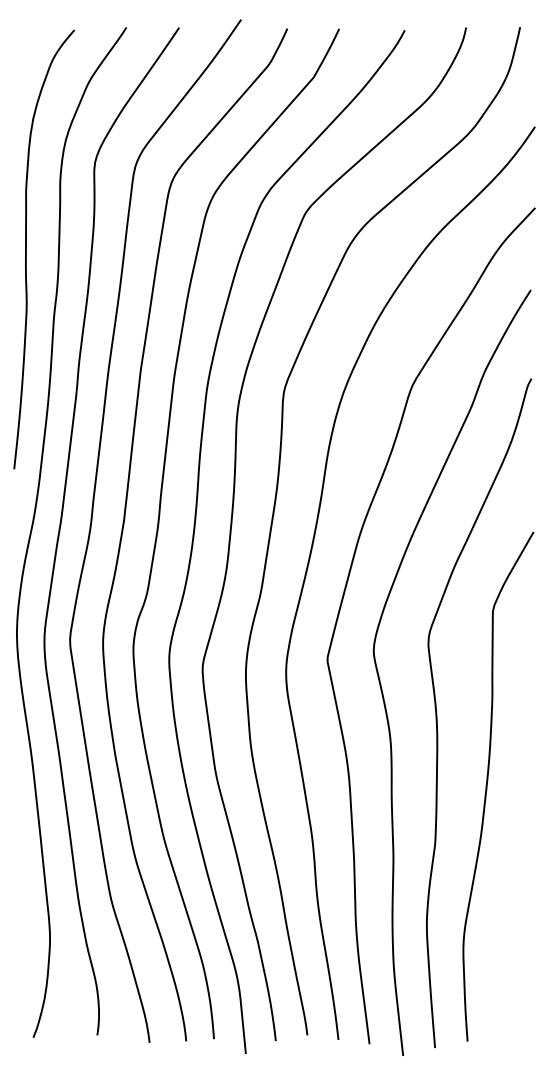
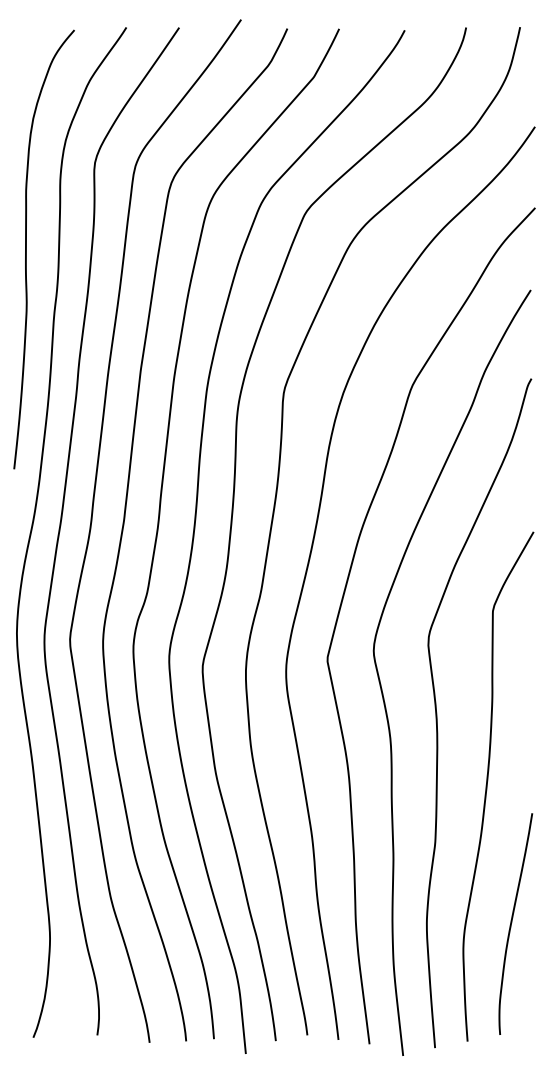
curve at (512, 922): none -> present
